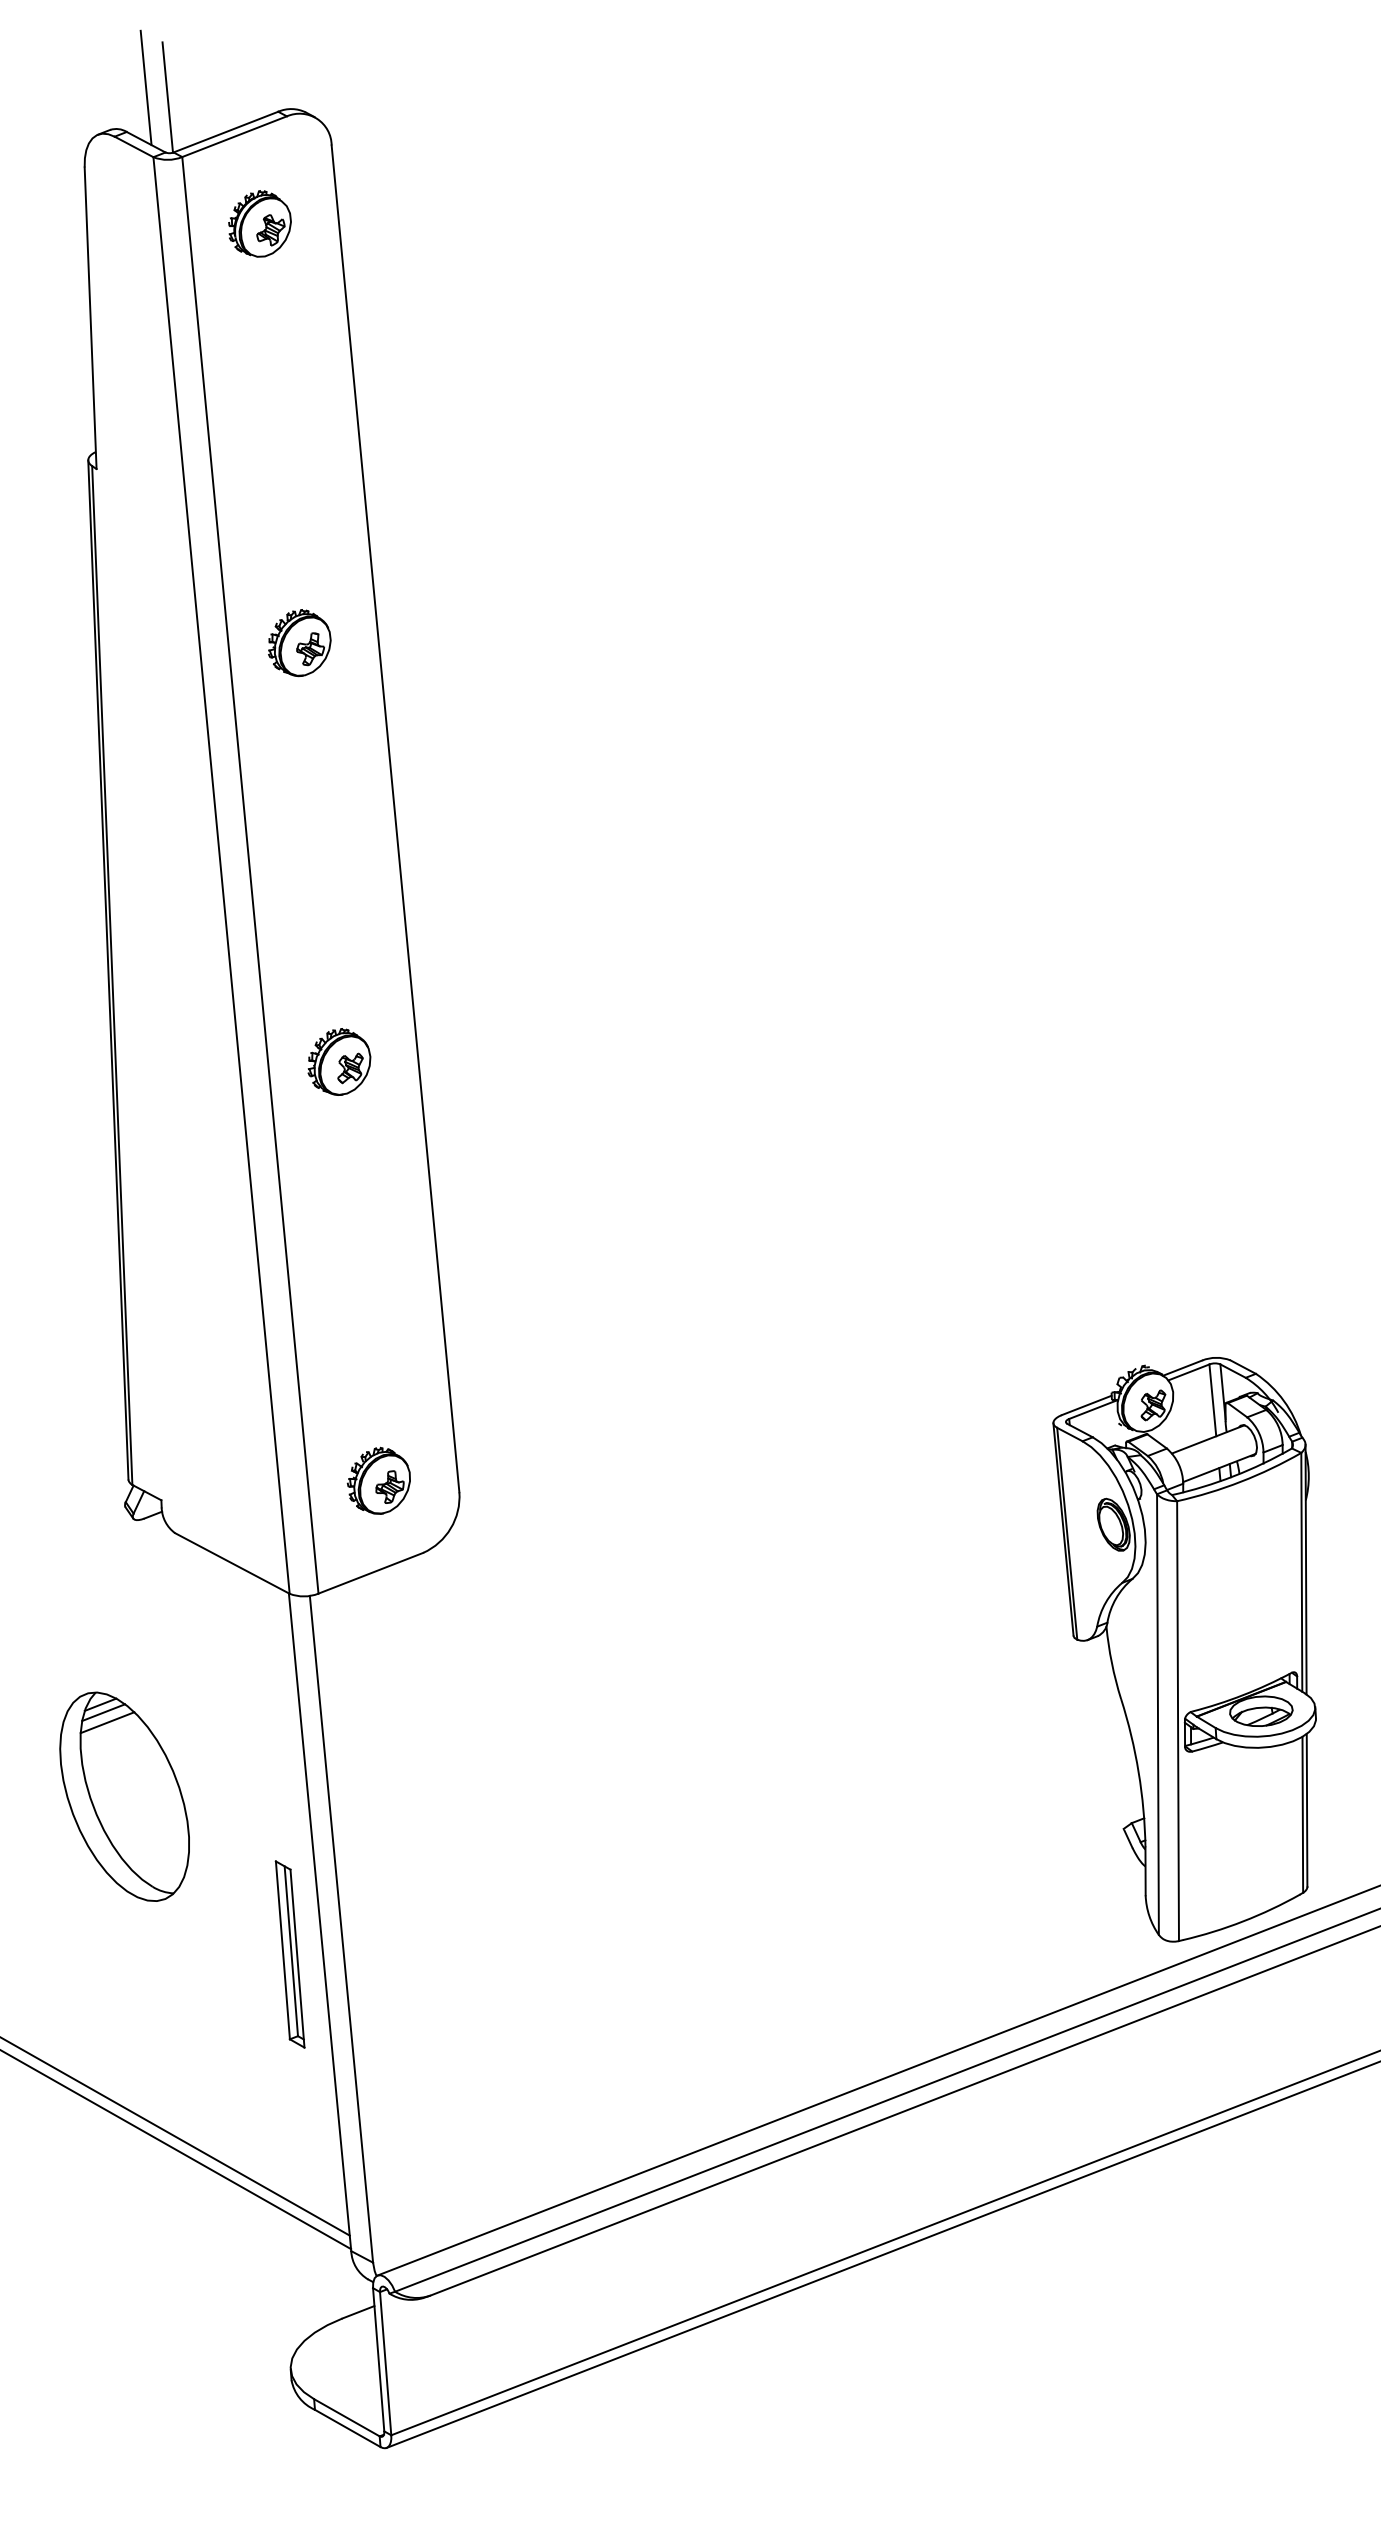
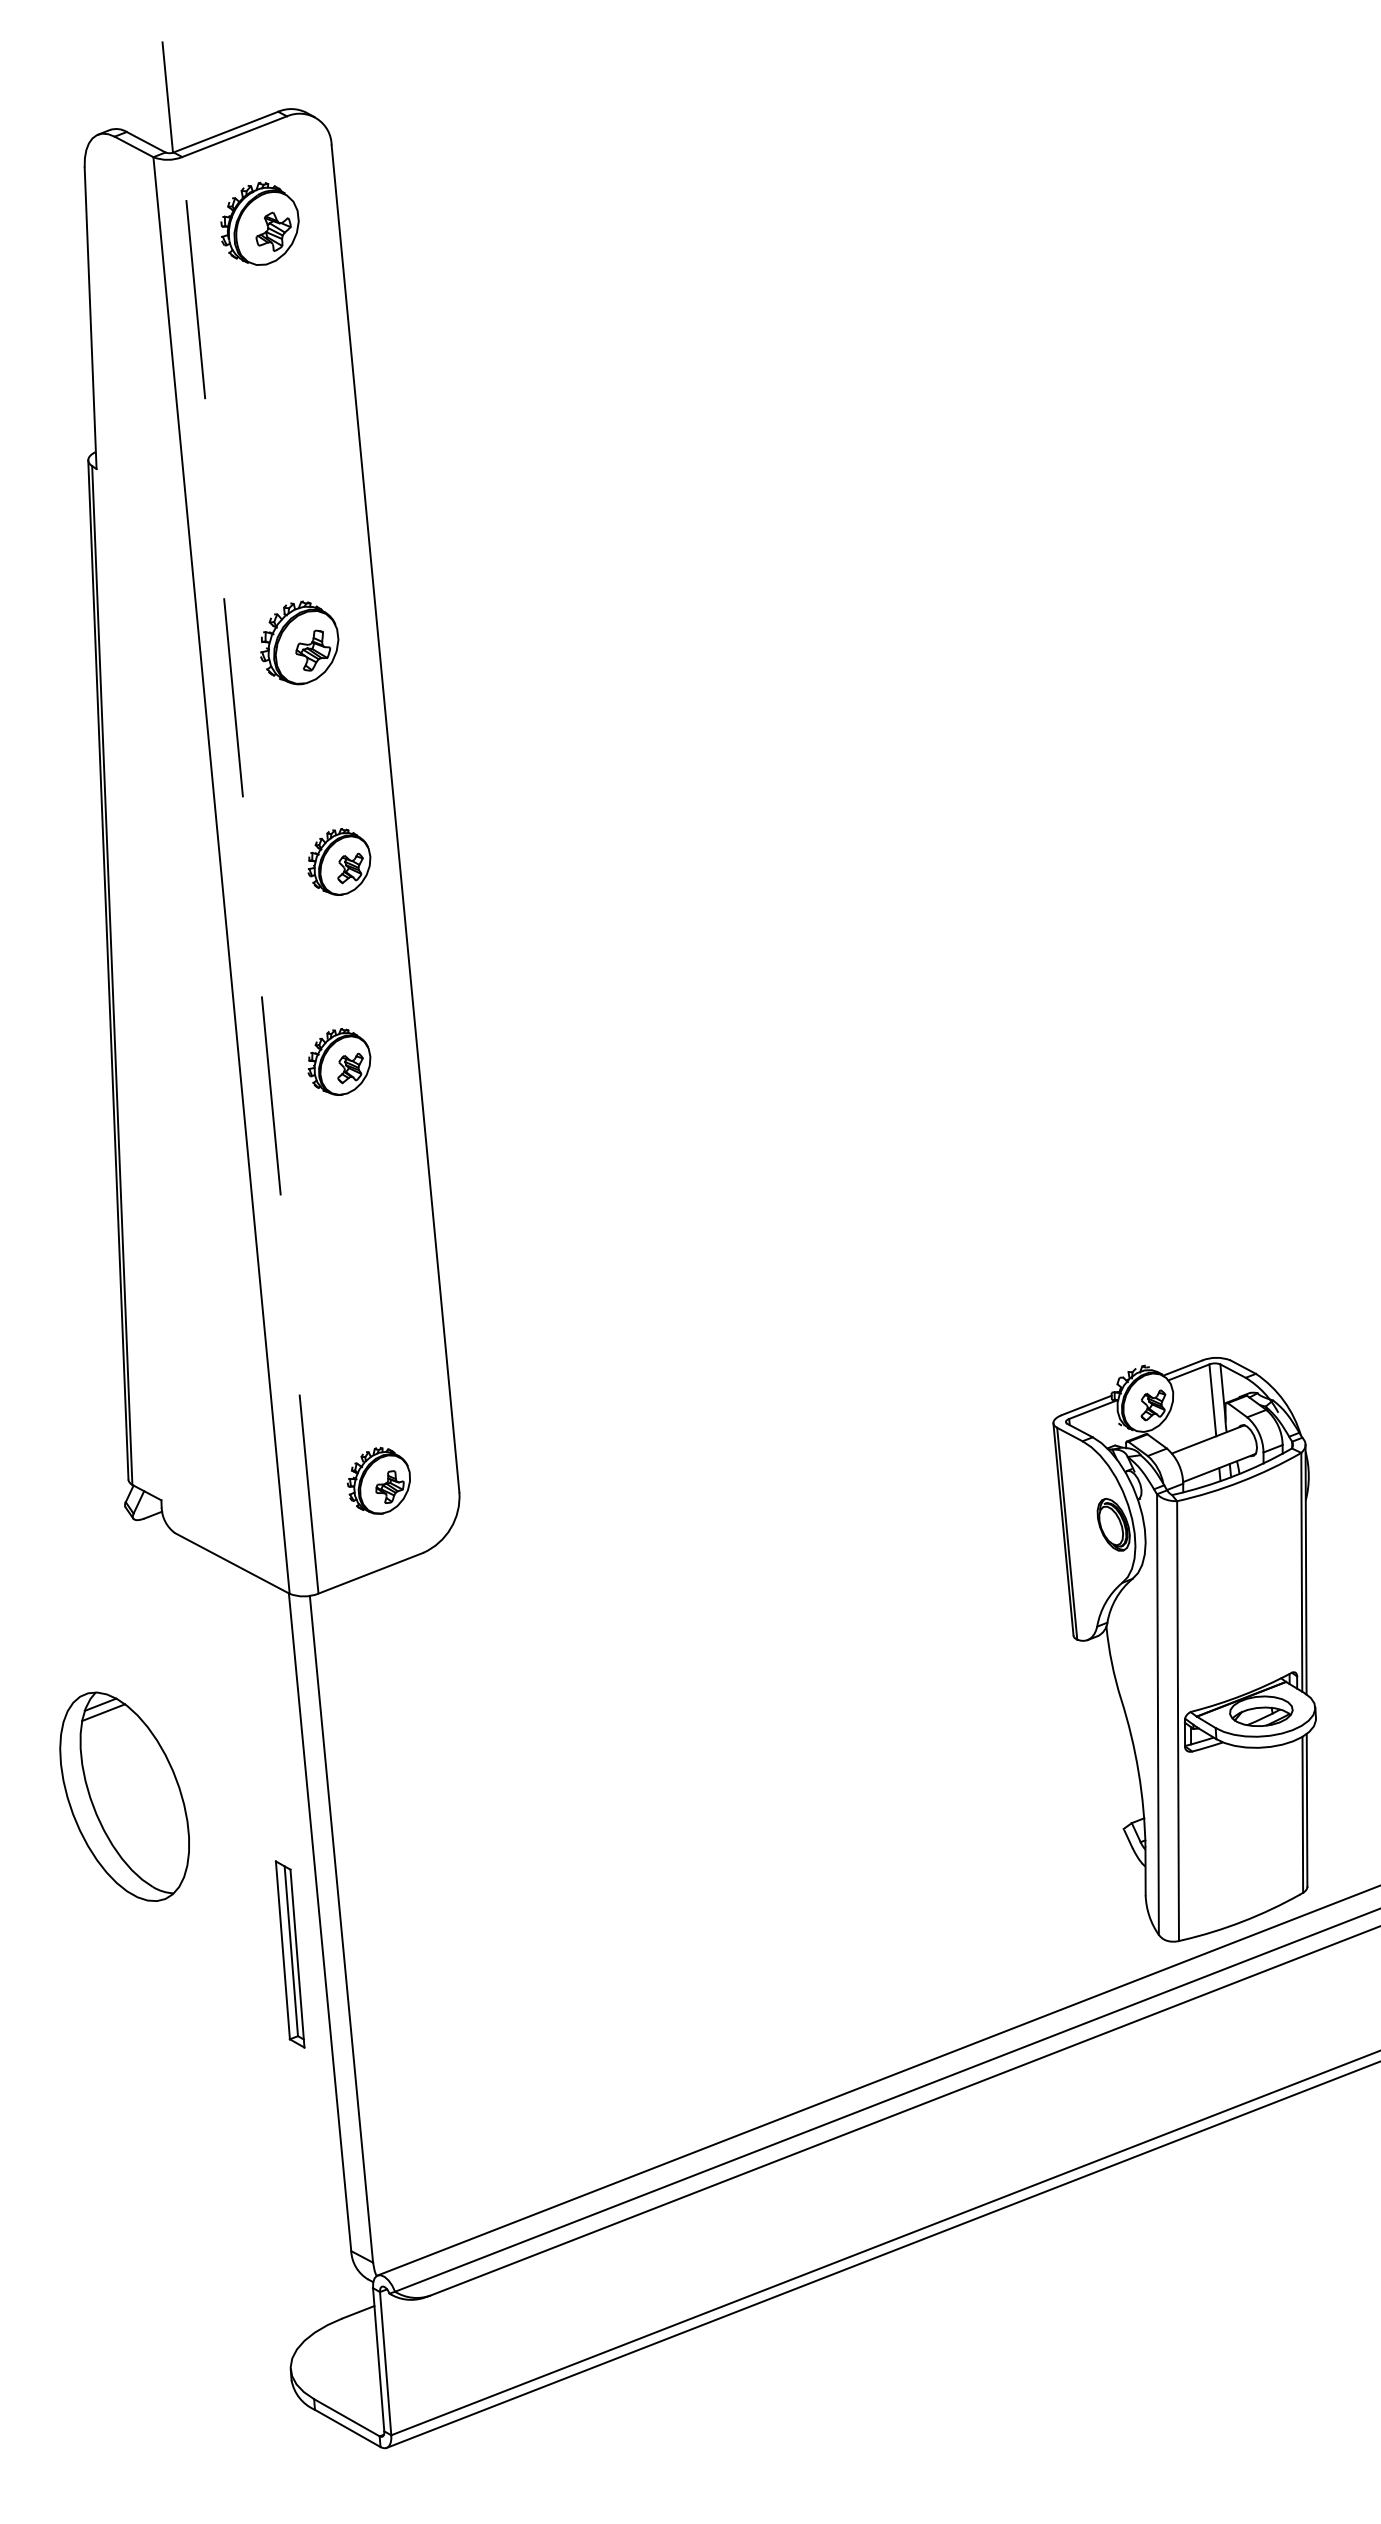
line at (145, 87): present -> none
part at (259, 223) size: 64x68 px -> 80x85 px
part at (299, 643) size: 64x69 px -> 80x86 px
part at (339, 861): none -> present
line at (250, 875): solid -> dashed
line at (107, 1722): present -> none
line at (175, 2136): present -> none
line at (176, 2150): present -> none
